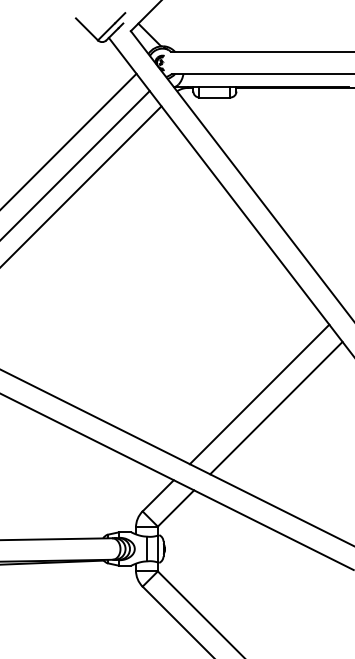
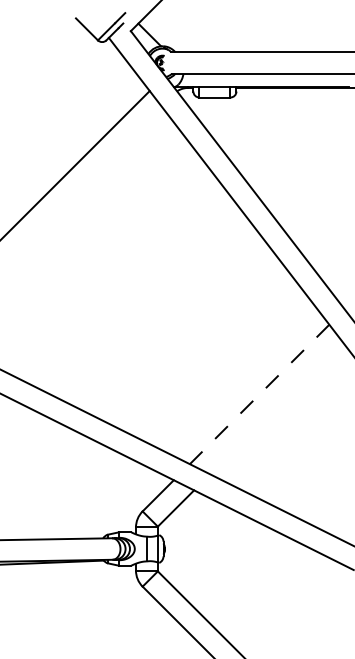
line at (69, 140): present -> none
line at (81, 185): present -> none
line at (259, 394): solid -> dashed
line at (276, 407): present -> none
